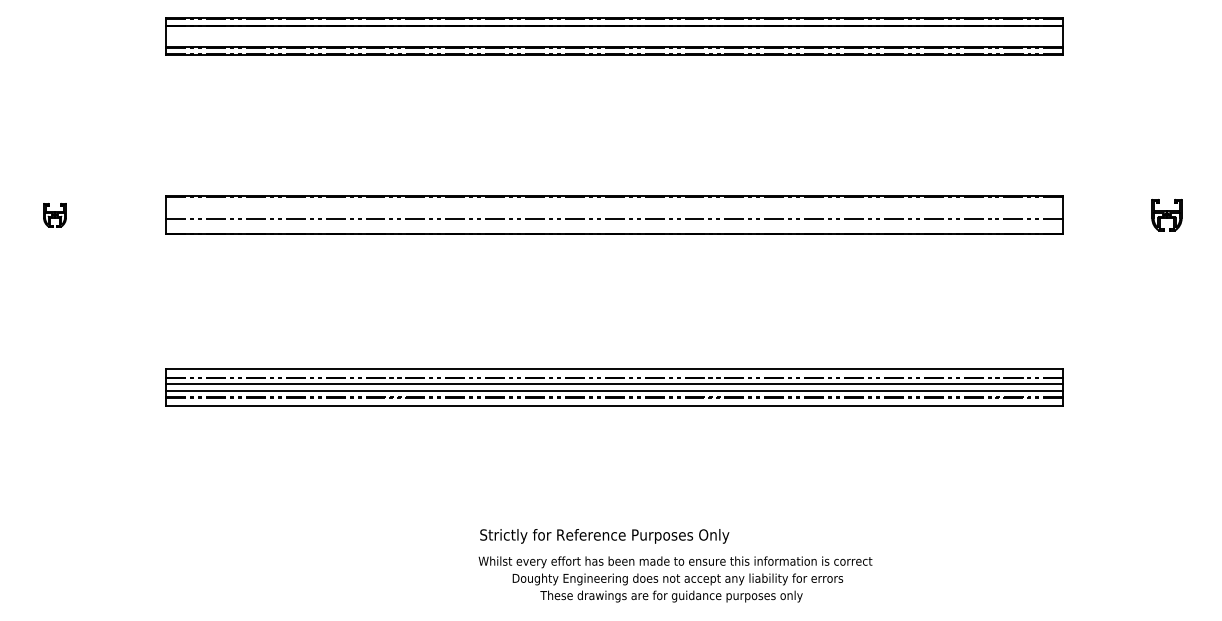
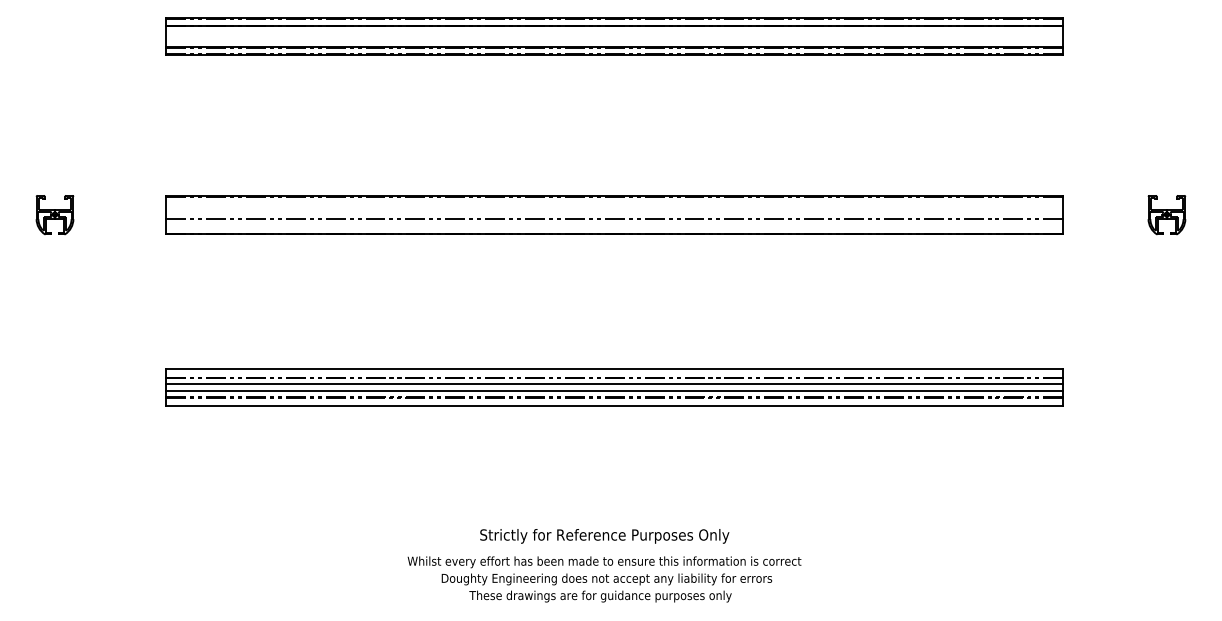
part at (54, 215) size: 24x25 px -> 40x41 px
part at (1166, 215) size: 32x33 px -> 40x41 px
text at (675, 579) position: (675, 579) -> (604, 579)
